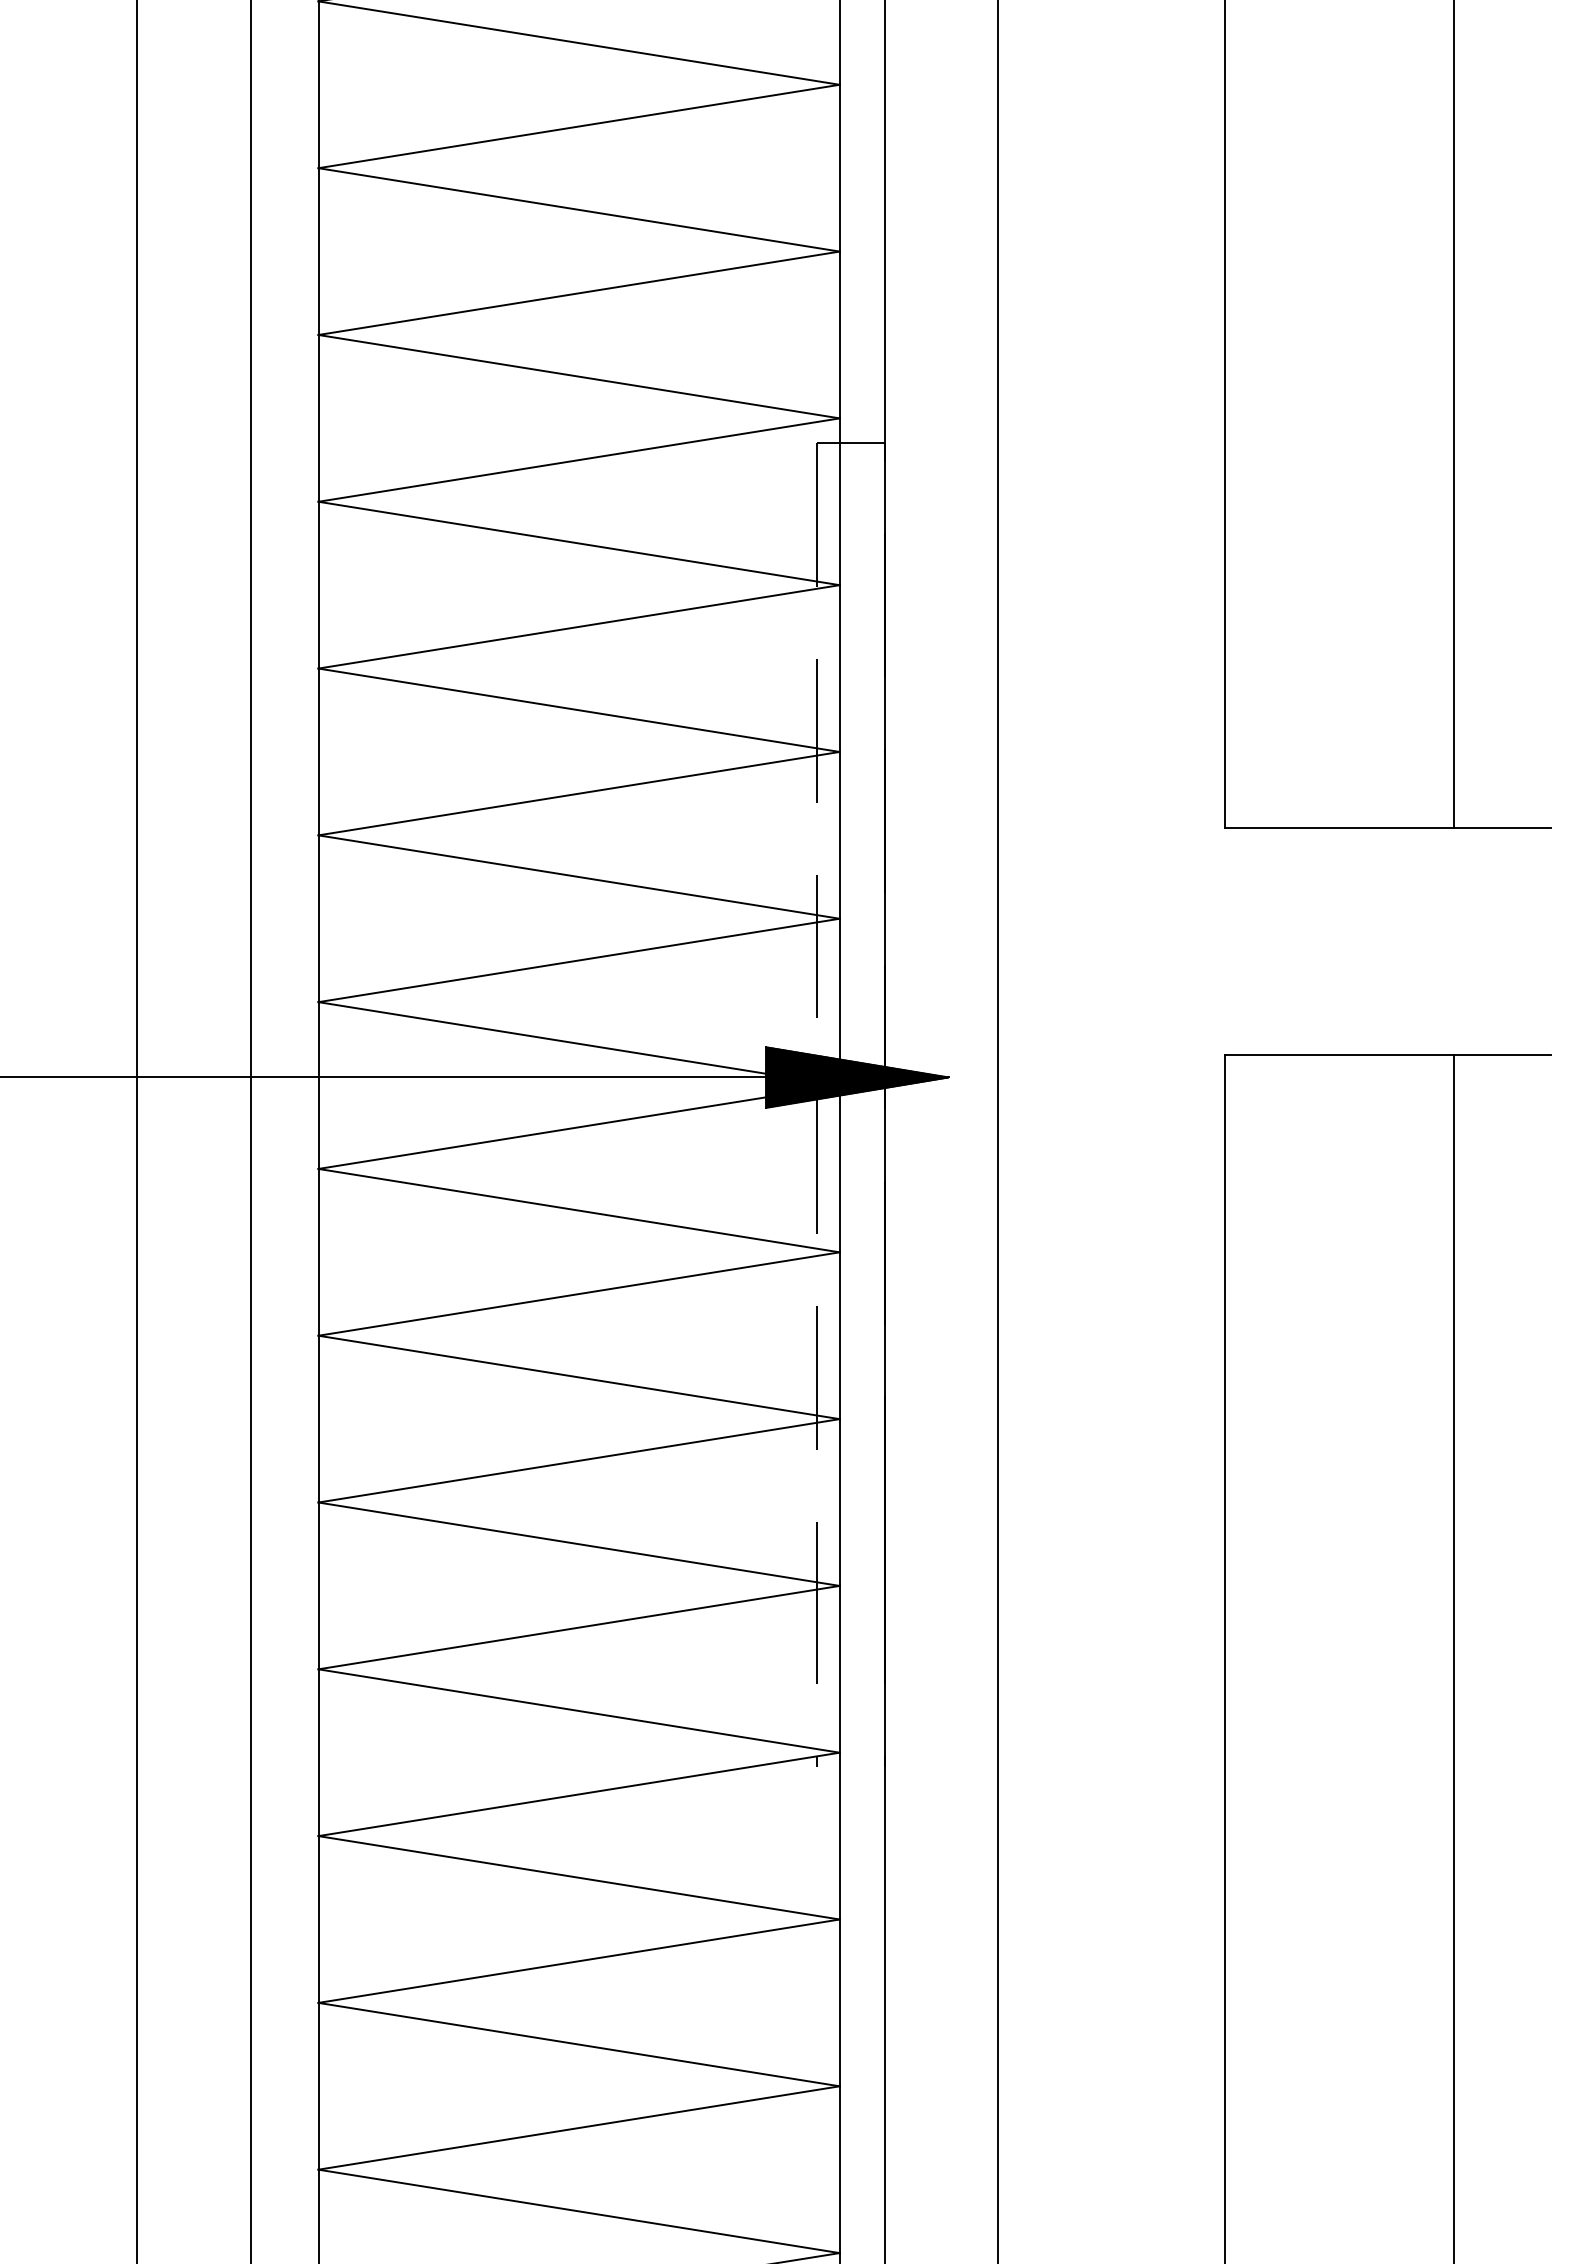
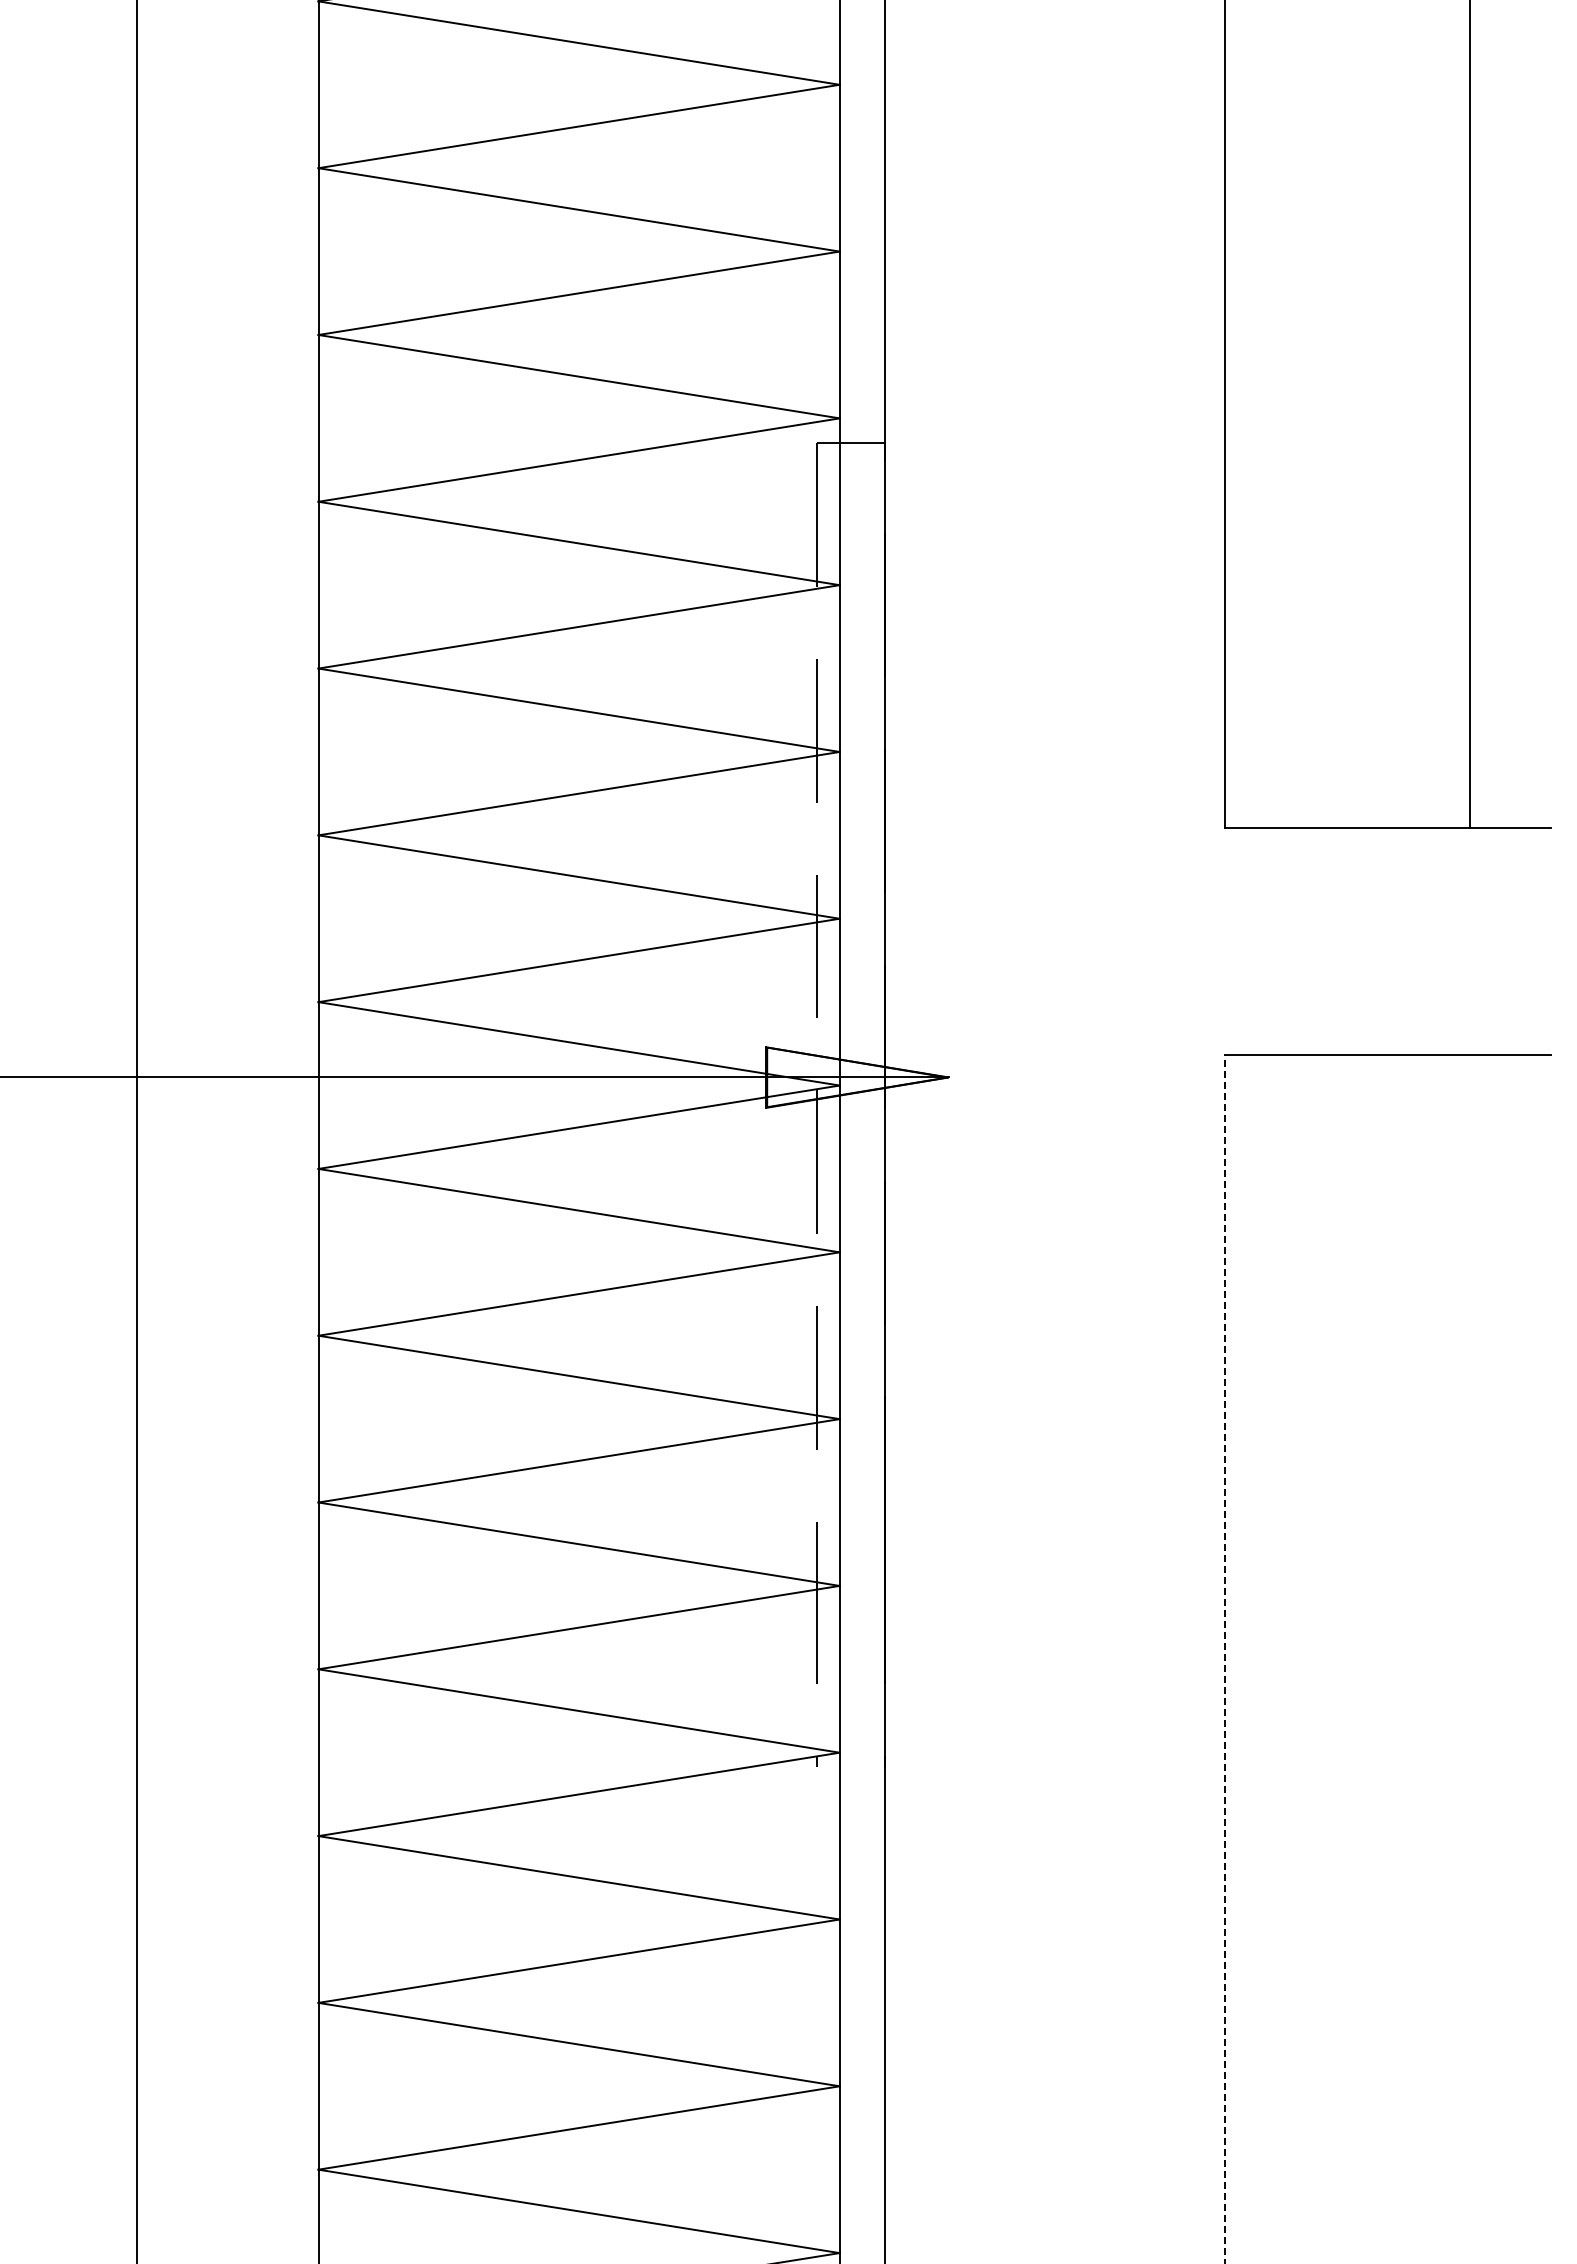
line at (1453, 415) position: (1453, 415) -> (1469, 415)
fill at (856, 1077): present -> none
line at (250, 1131): present -> none
line at (998, 1131): present -> none
line at (1453, 1657): present -> none
line at (1224, 1658): solid -> dashed
